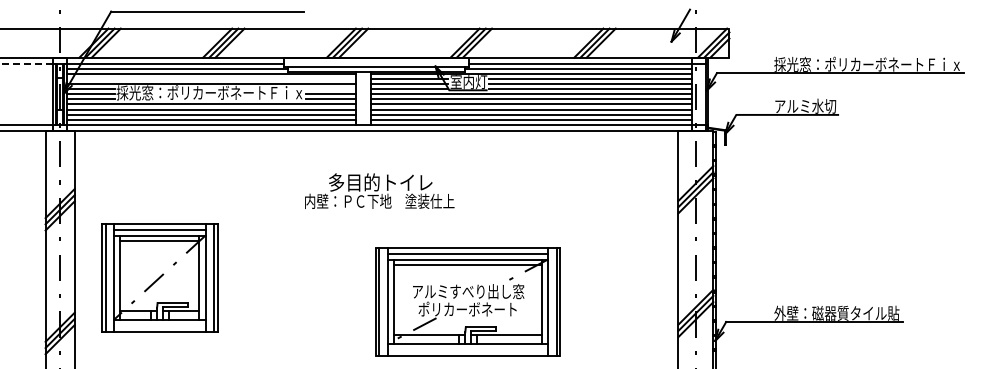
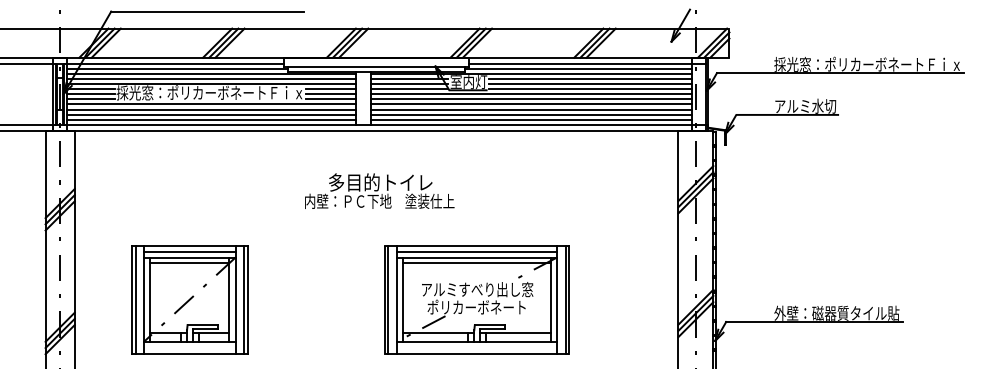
line at (26, 63): dashed -> solid
line at (211, 78): none -> present
line at (330, 89): none -> present
part at (159, 277) position: (159, 277) -> (189, 299)
part at (467, 301) position: (467, 301) -> (476, 299)
